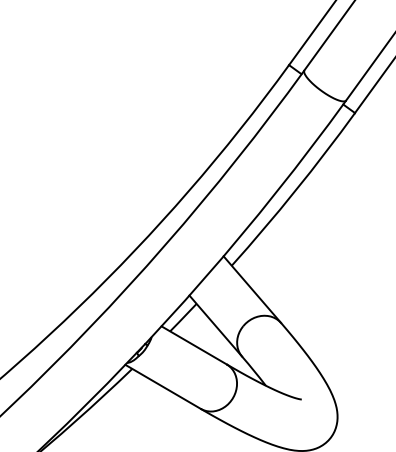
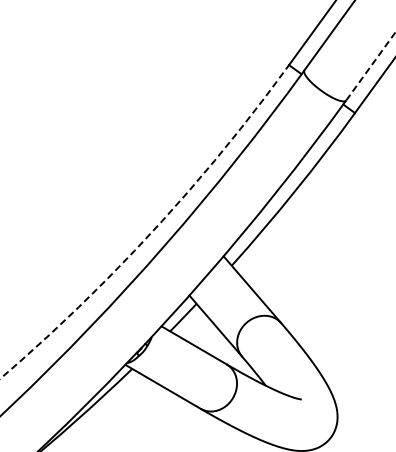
line at (370, 66): solid -> dashed
arc at (154, 229): solid -> dashed
